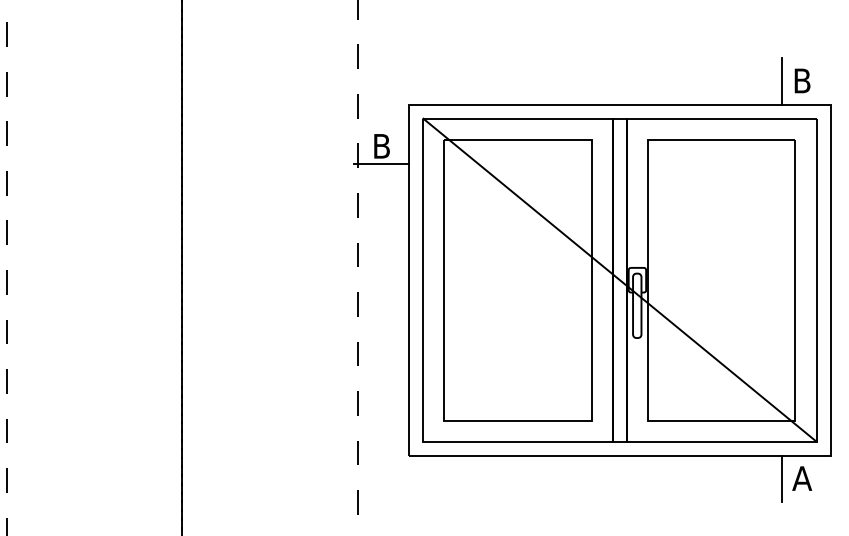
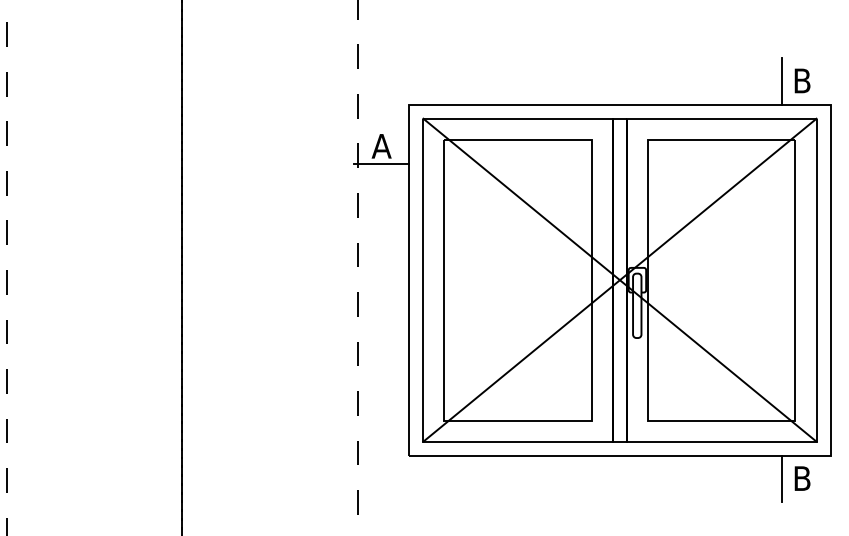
text at (381, 146): B -> A
line at (619, 279): none -> present
text at (802, 478): A -> B
